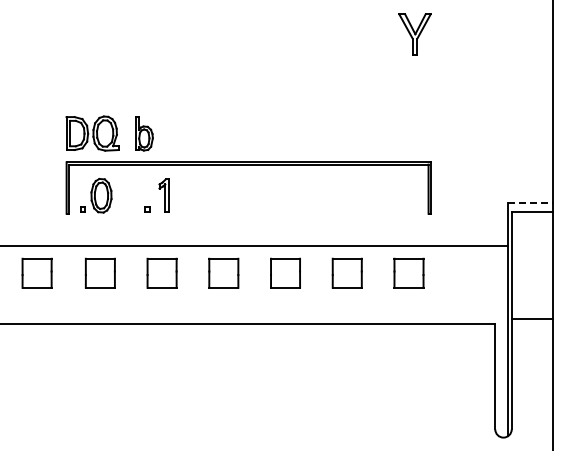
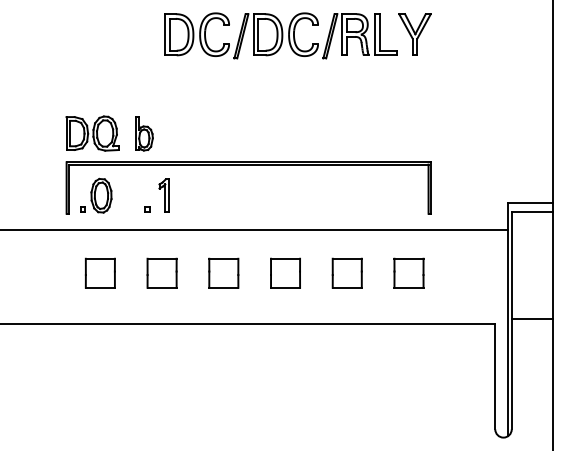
part at (280, 35): none -> present
line at (530, 203): dashed -> solid
line at (254, 246) position: (254, 246) -> (254, 230)
part at (36, 272): present -> none
